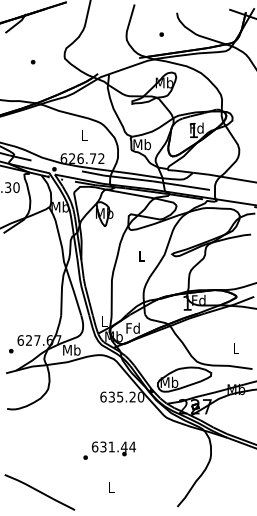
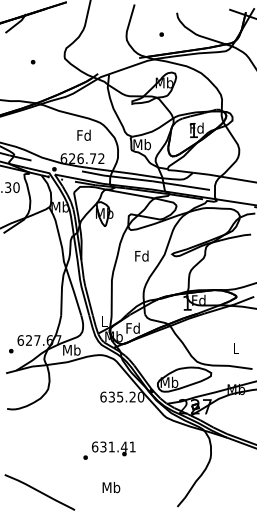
text at (83, 134): L -> Fd
text at (141, 255): L -> Fd
text at (132, 446): 631.44 -> 631.41
text at (111, 487): L -> Mb
